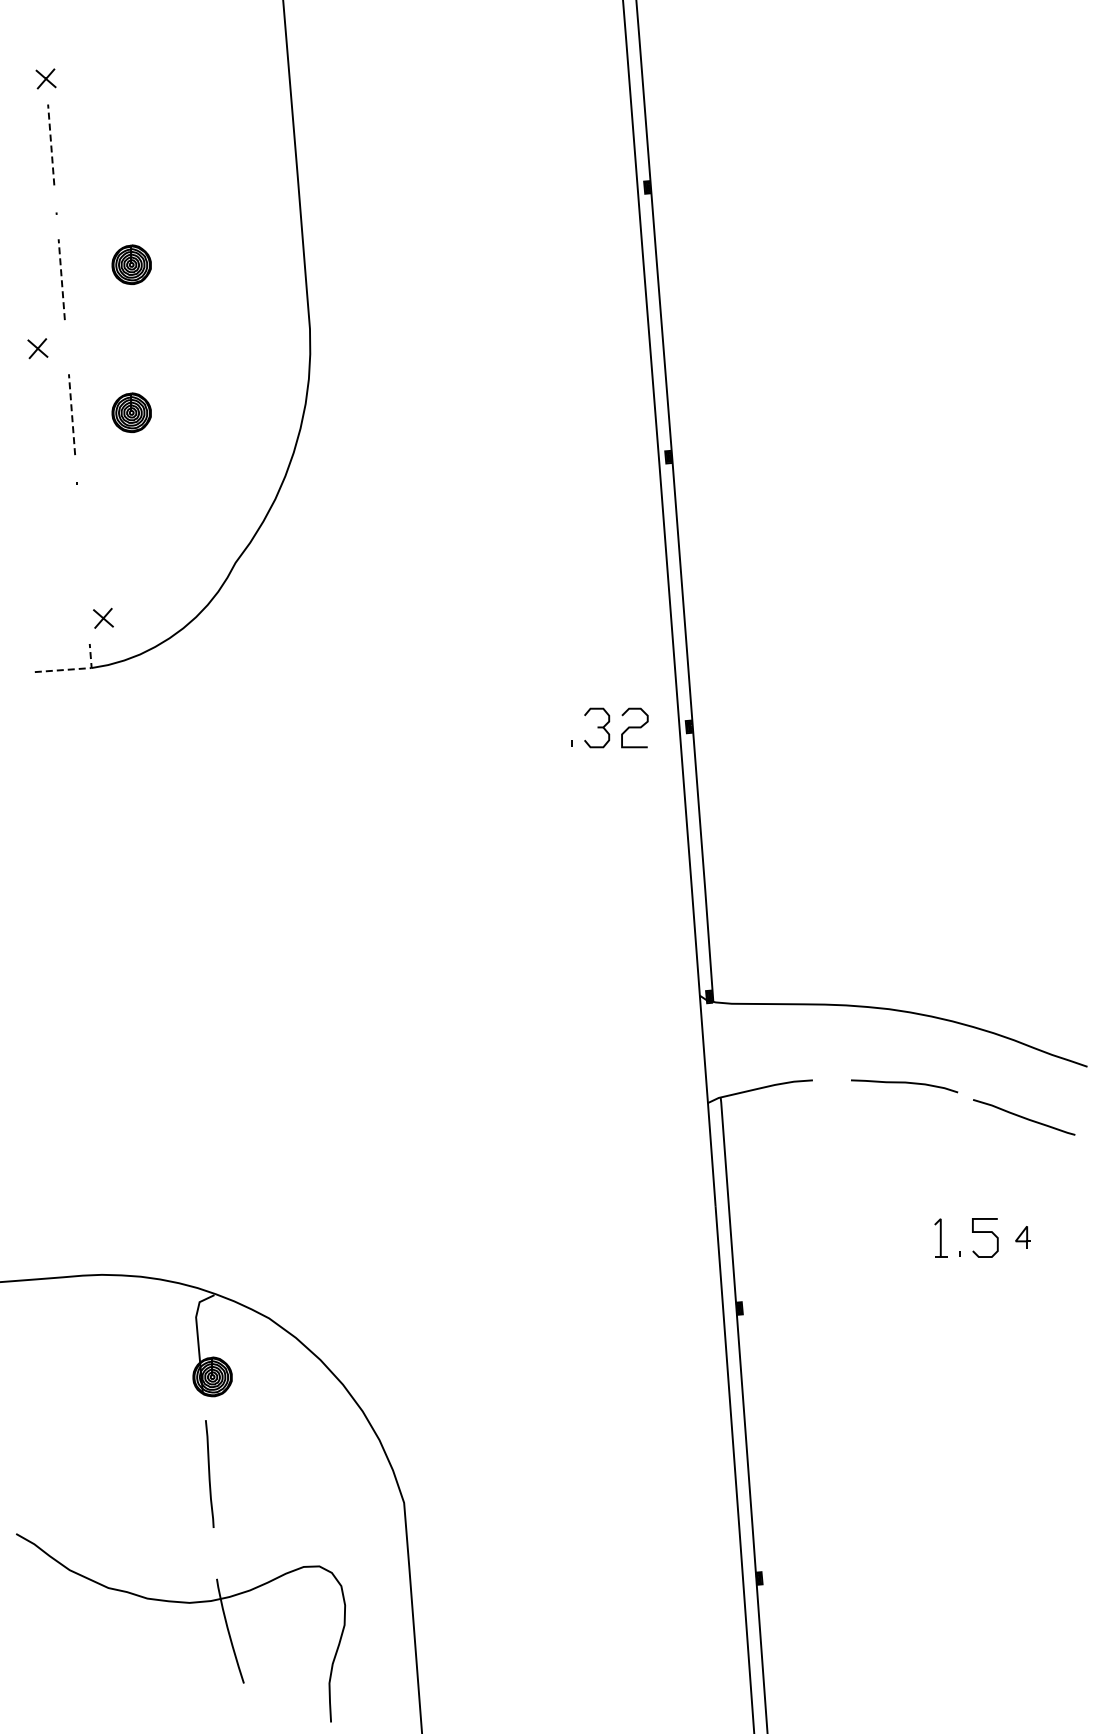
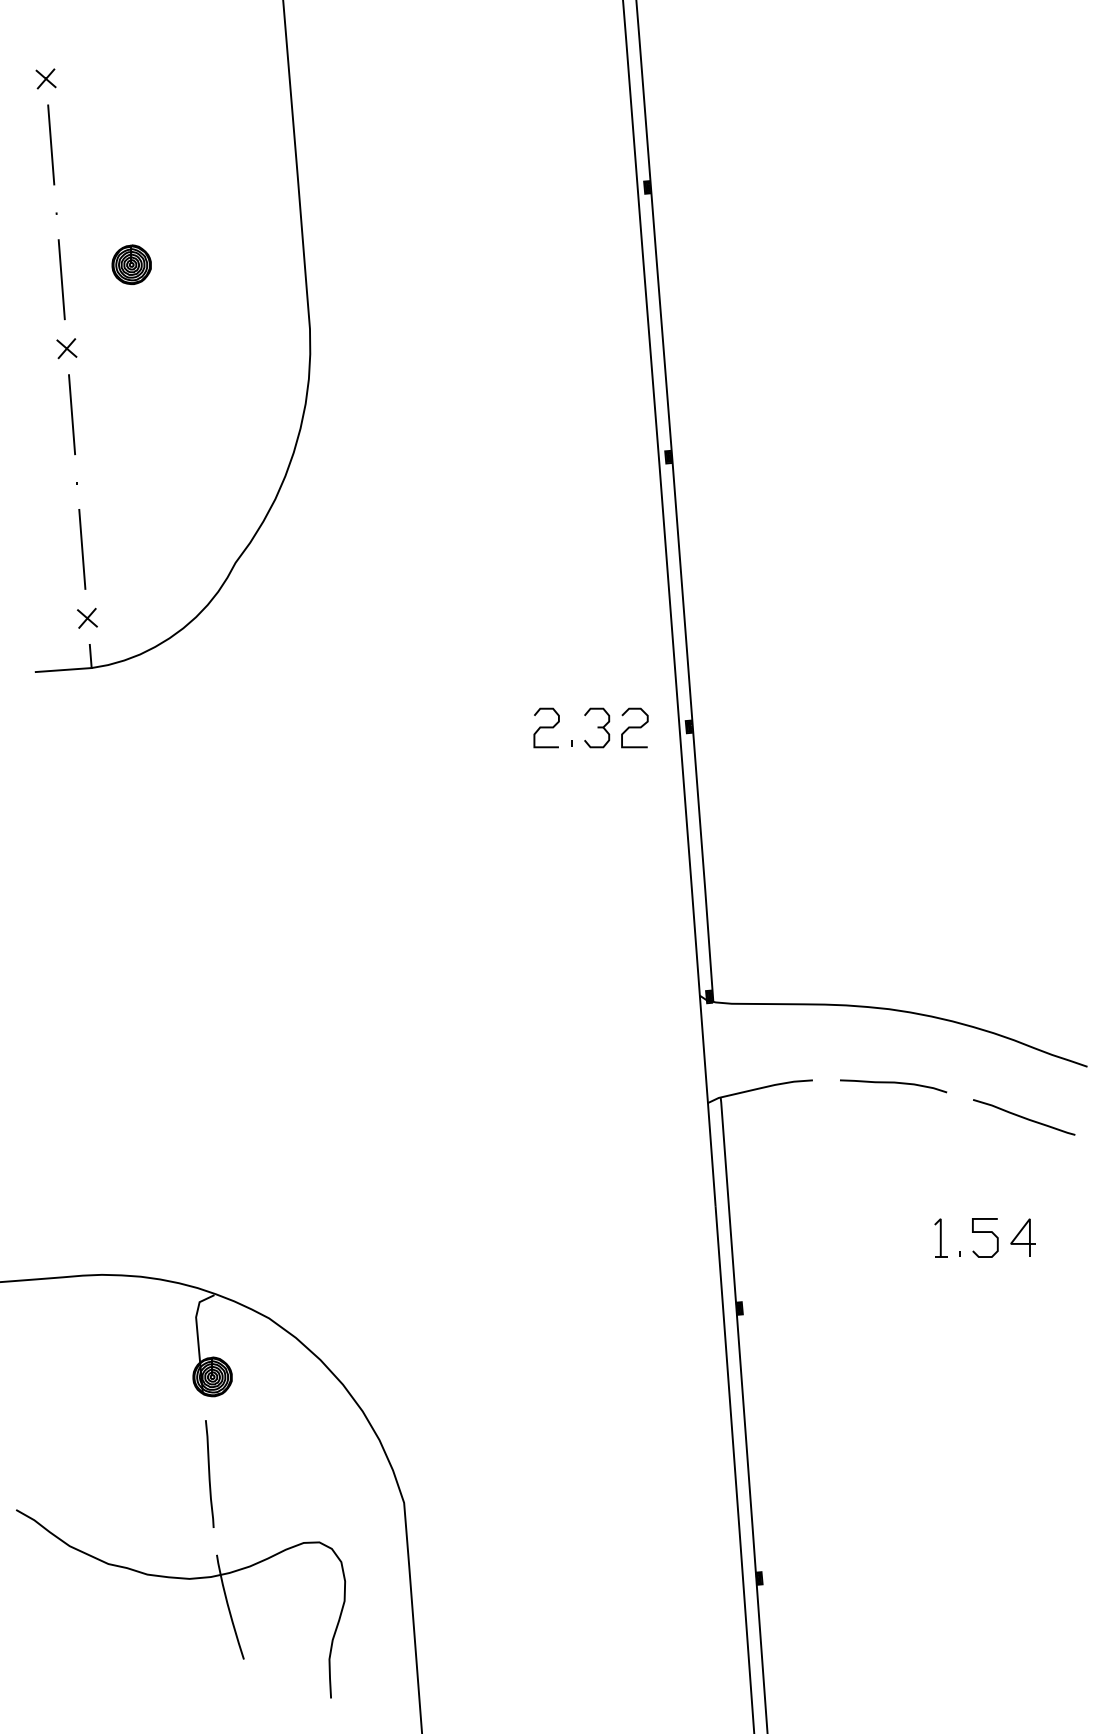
line at (51, 144): dashed -> solid
line at (61, 279): dashed -> solid
part at (37, 348) position: (37, 348) -> (66, 348)
part at (131, 412): present -> none
line at (72, 414): dashed -> solid
line at (82, 549): none -> present
part at (103, 617) position: (103, 617) -> (87, 617)
line at (76, 669): dashed -> solid
curve at (546, 727): none -> present
curve at (904, 1083) position: (904, 1083) -> (893, 1083)
part at (1022, 1237) size: 16x23 px -> 26x39 px
part at (181, 1603) position: (181, 1603) -> (181, 1579)
